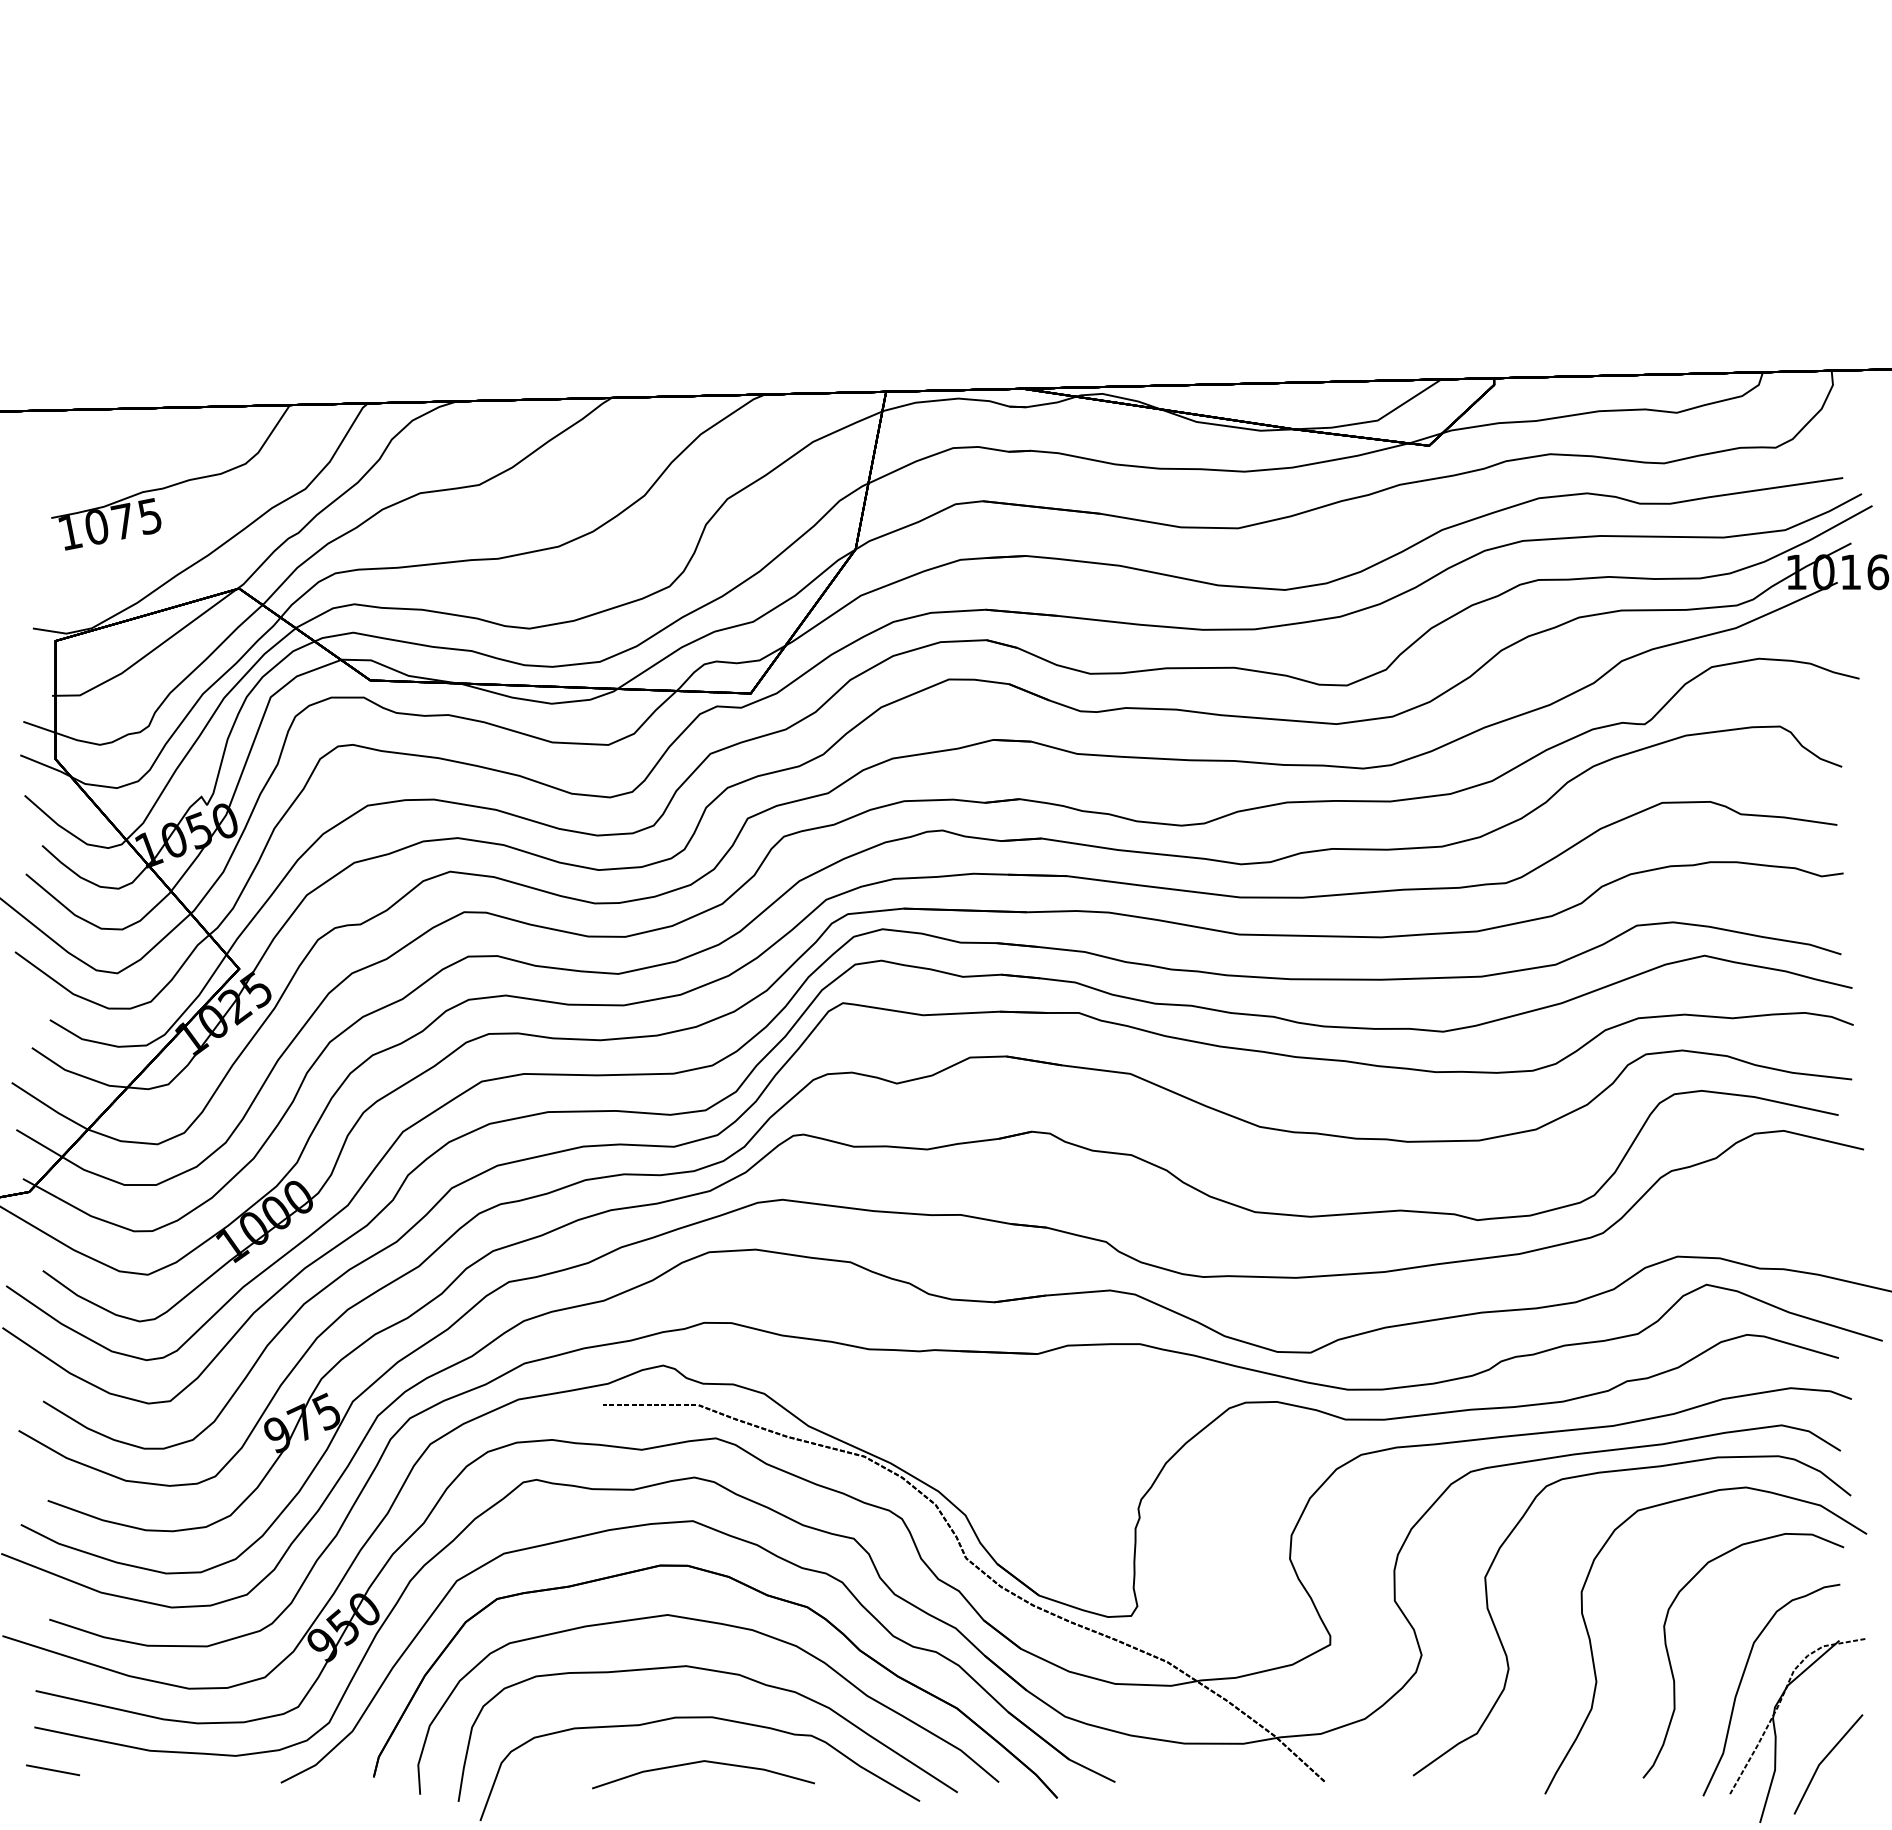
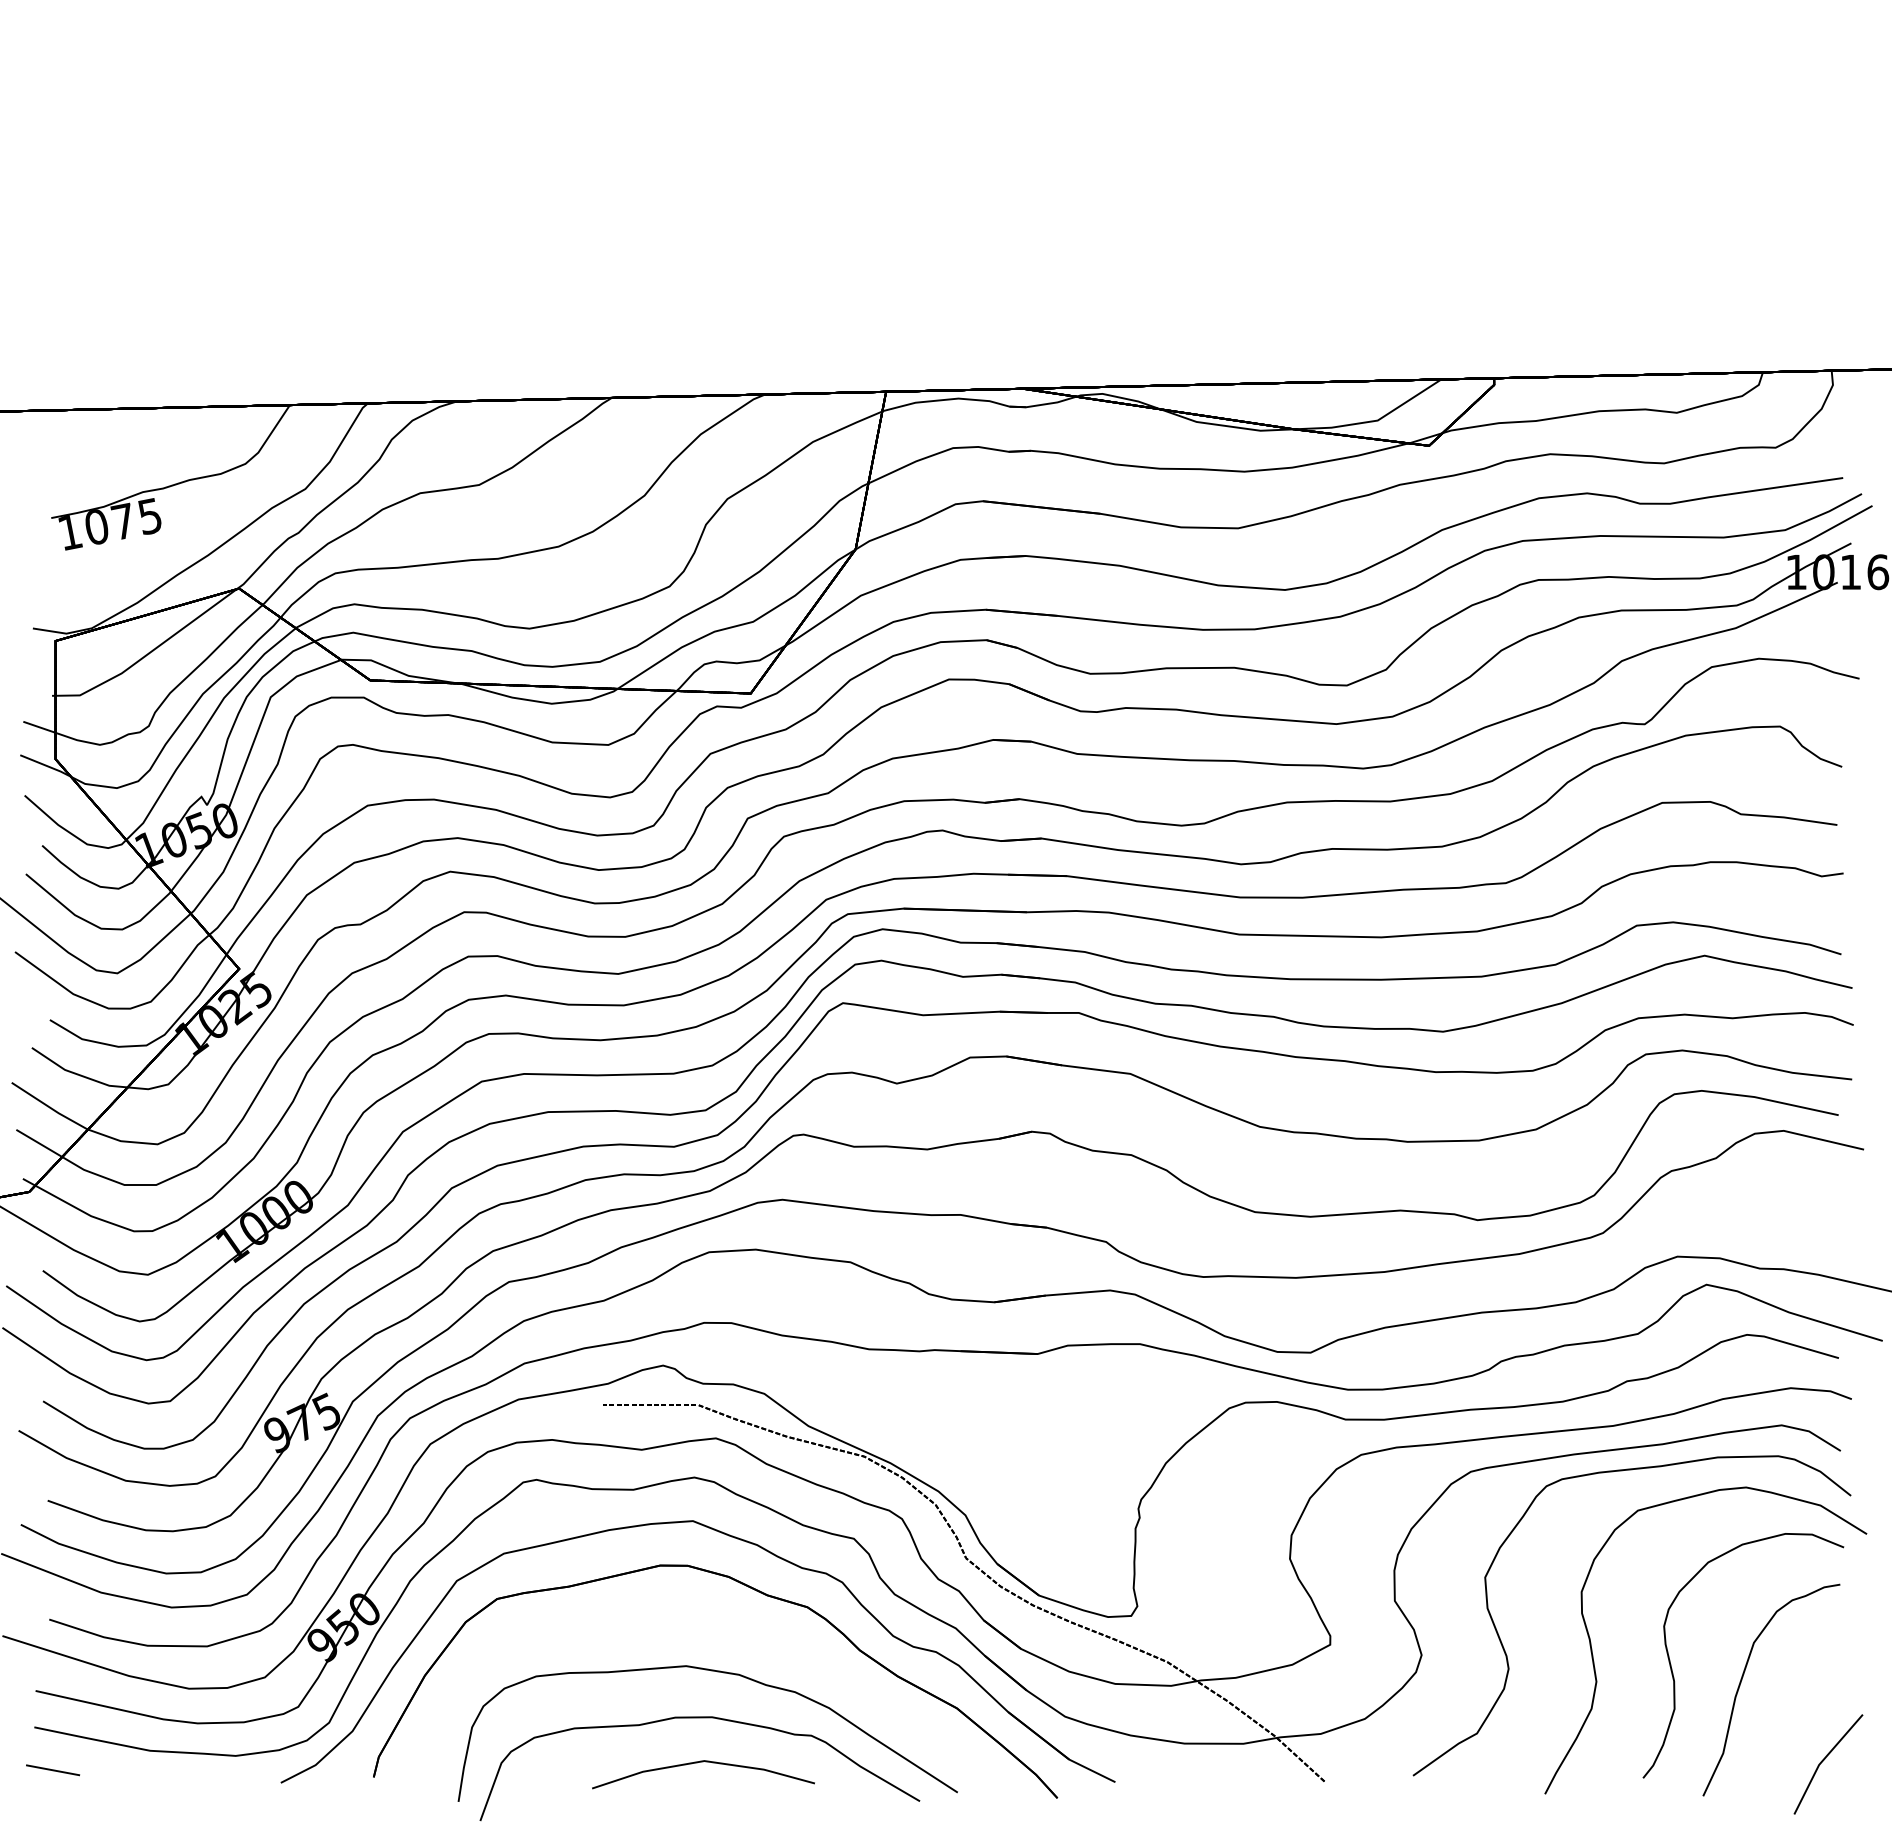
curve at (723, 1625): present -> none
part at (1776, 1733): present -> none
